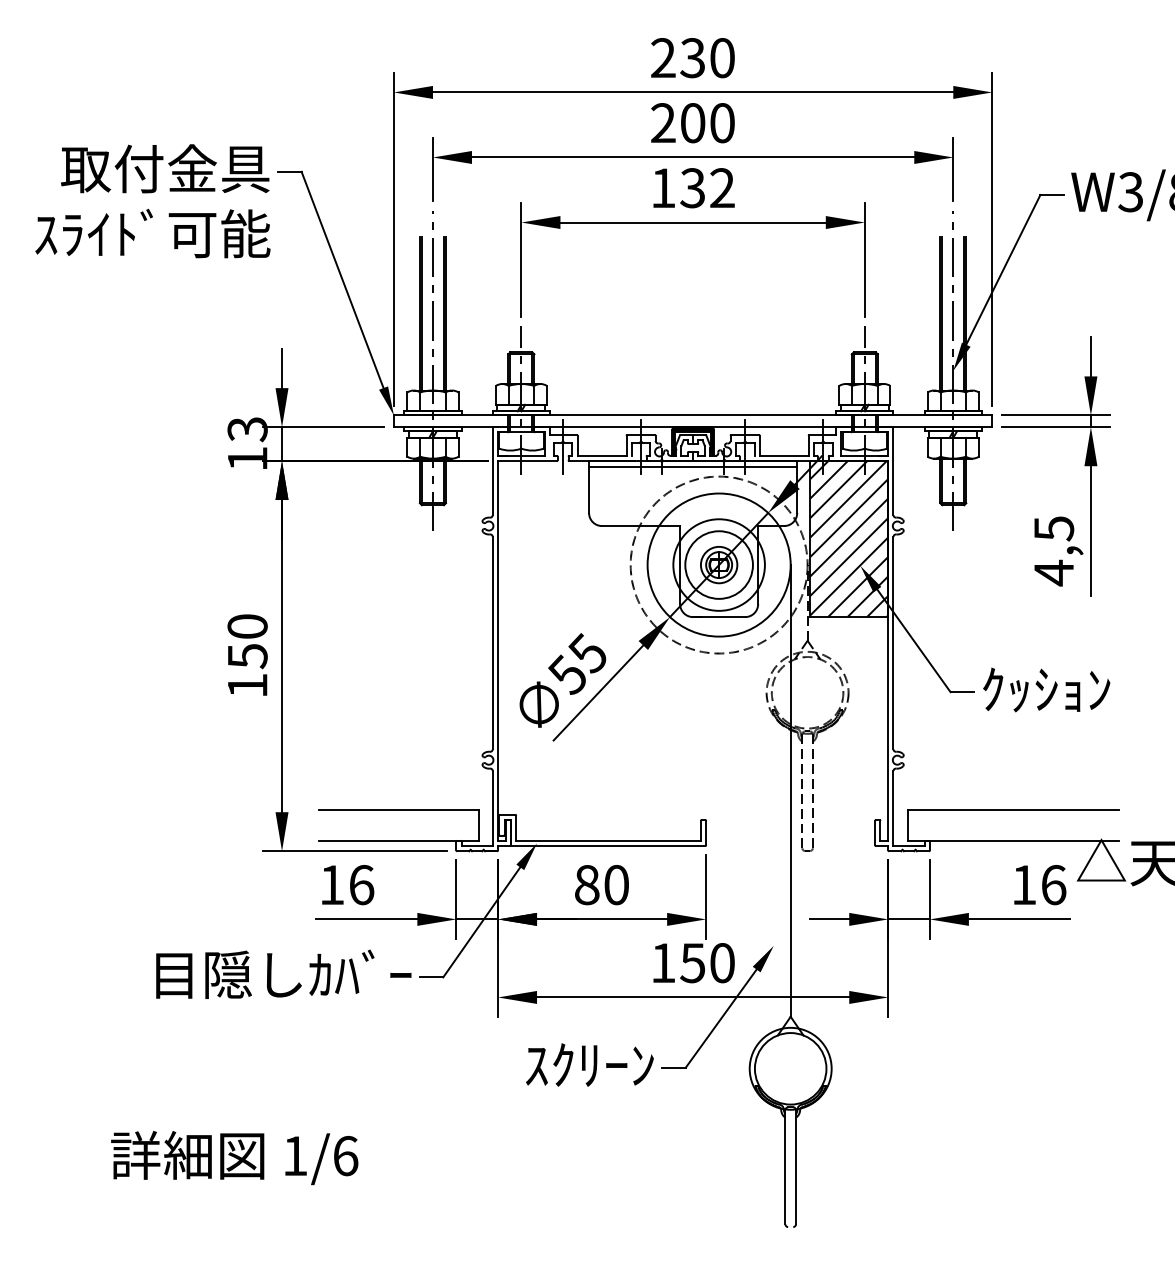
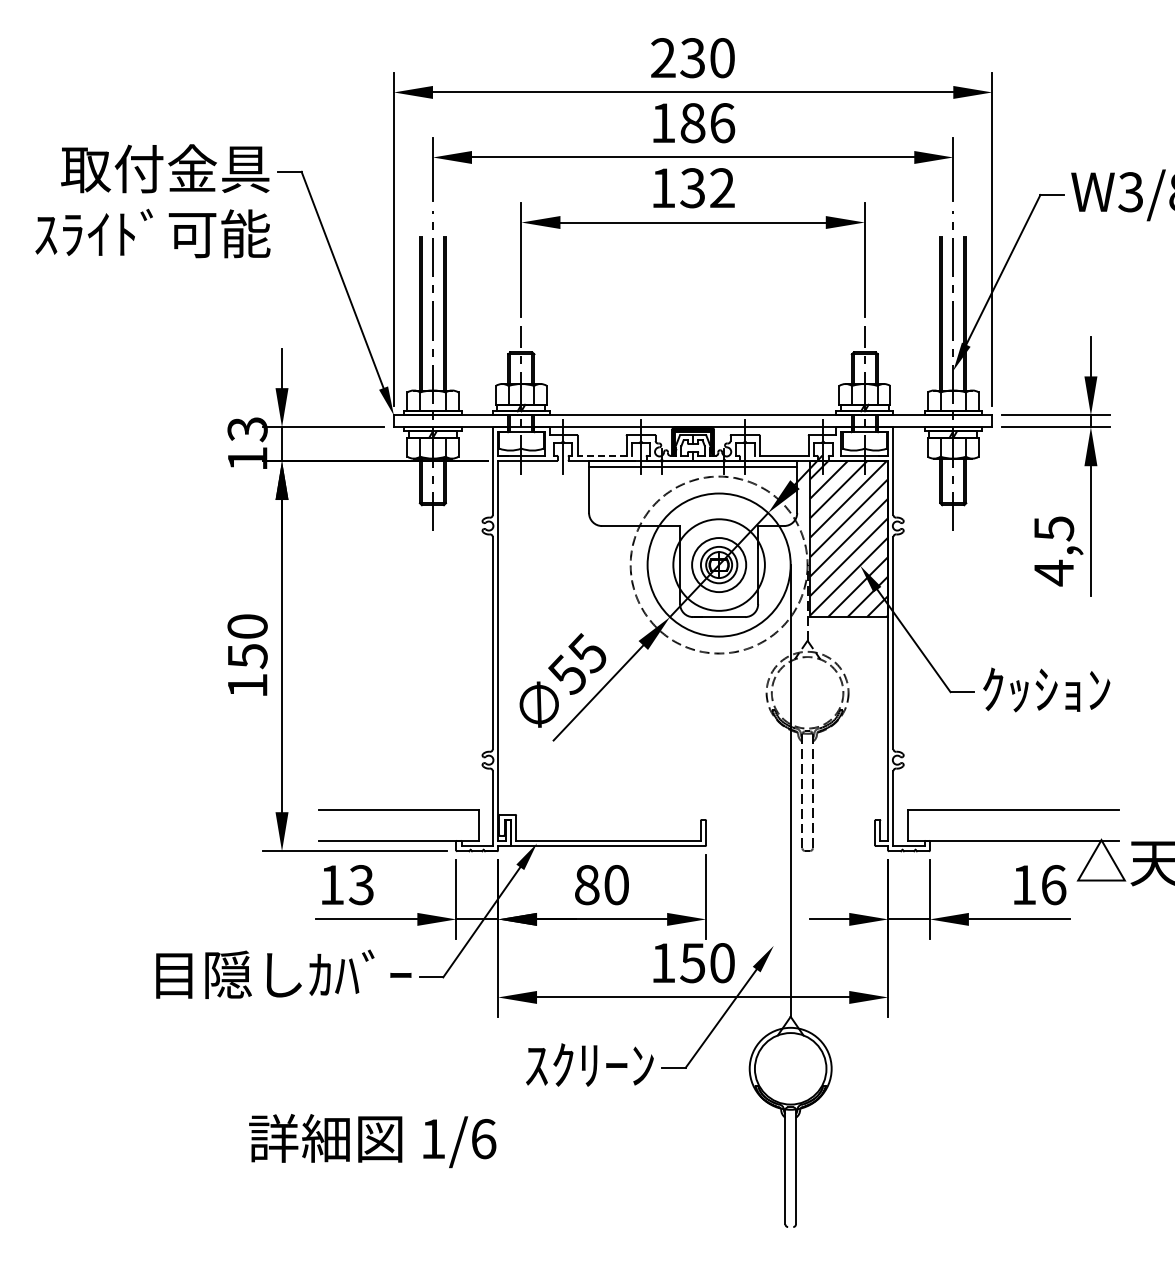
text at (693, 123): 200 -> 186
line at (601, 455): solid -> dashed
circle at (718, 564) diameter: 68 px -> 54 px
text at (361, 885): 16 -> 13
text at (234, 1158) position: (234, 1158) -> (372, 1141)
